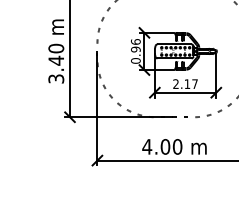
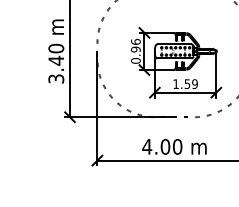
text at (185, 84): 2.17 -> 1.59
